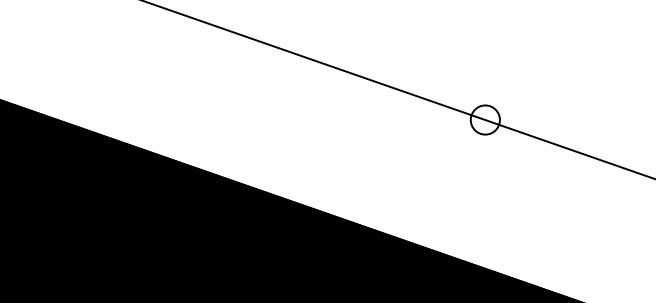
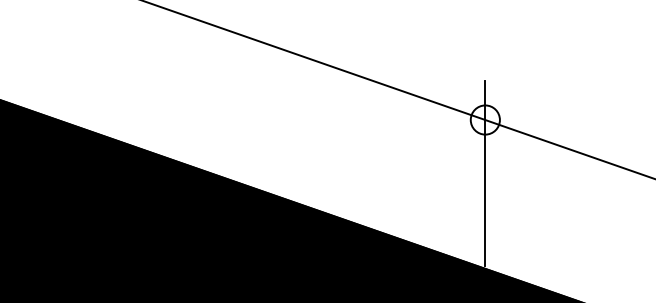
line at (485, 173): none -> present
